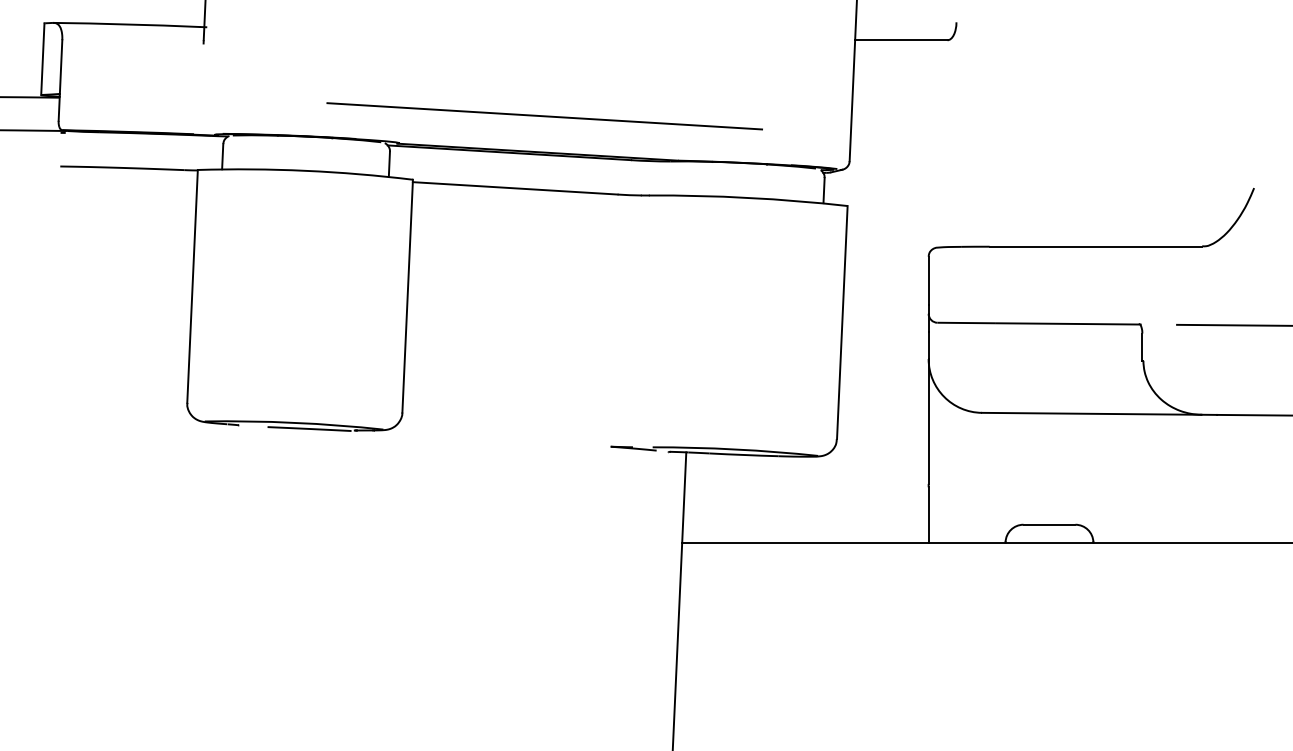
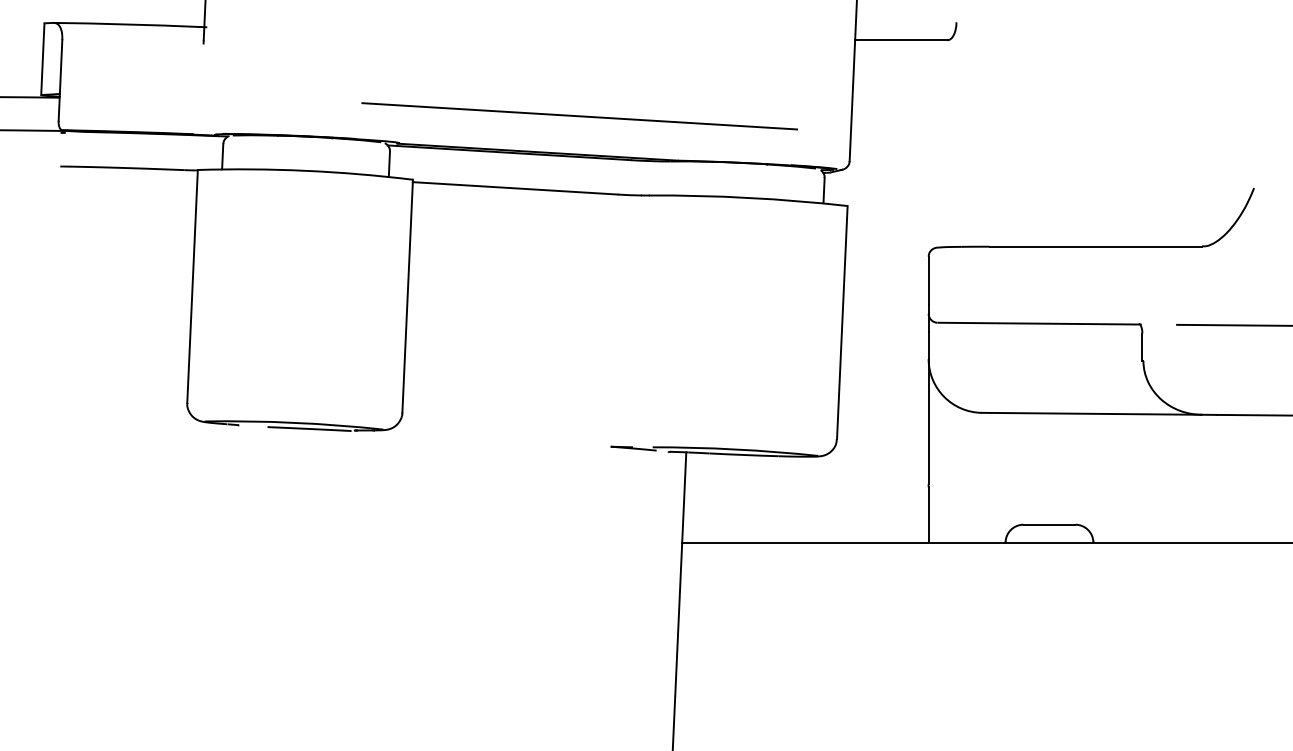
line at (544, 116) position: (544, 116) -> (579, 116)
